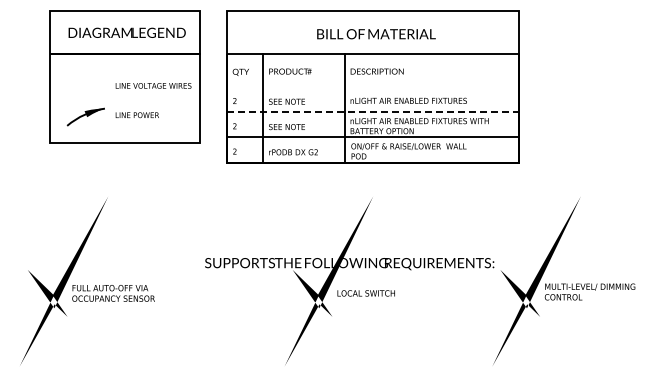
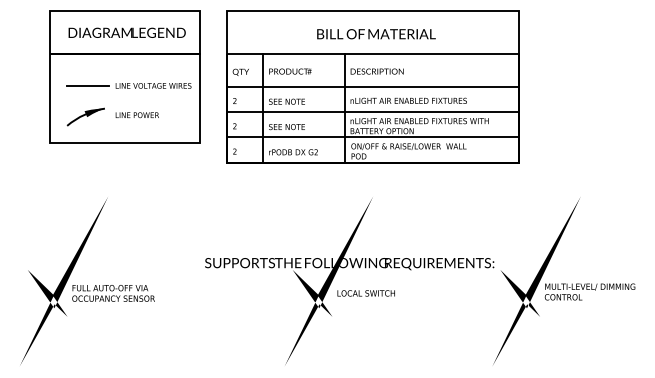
line at (87, 85): none -> present
line at (372, 86): none -> present
line at (372, 112): dashed -> solid
